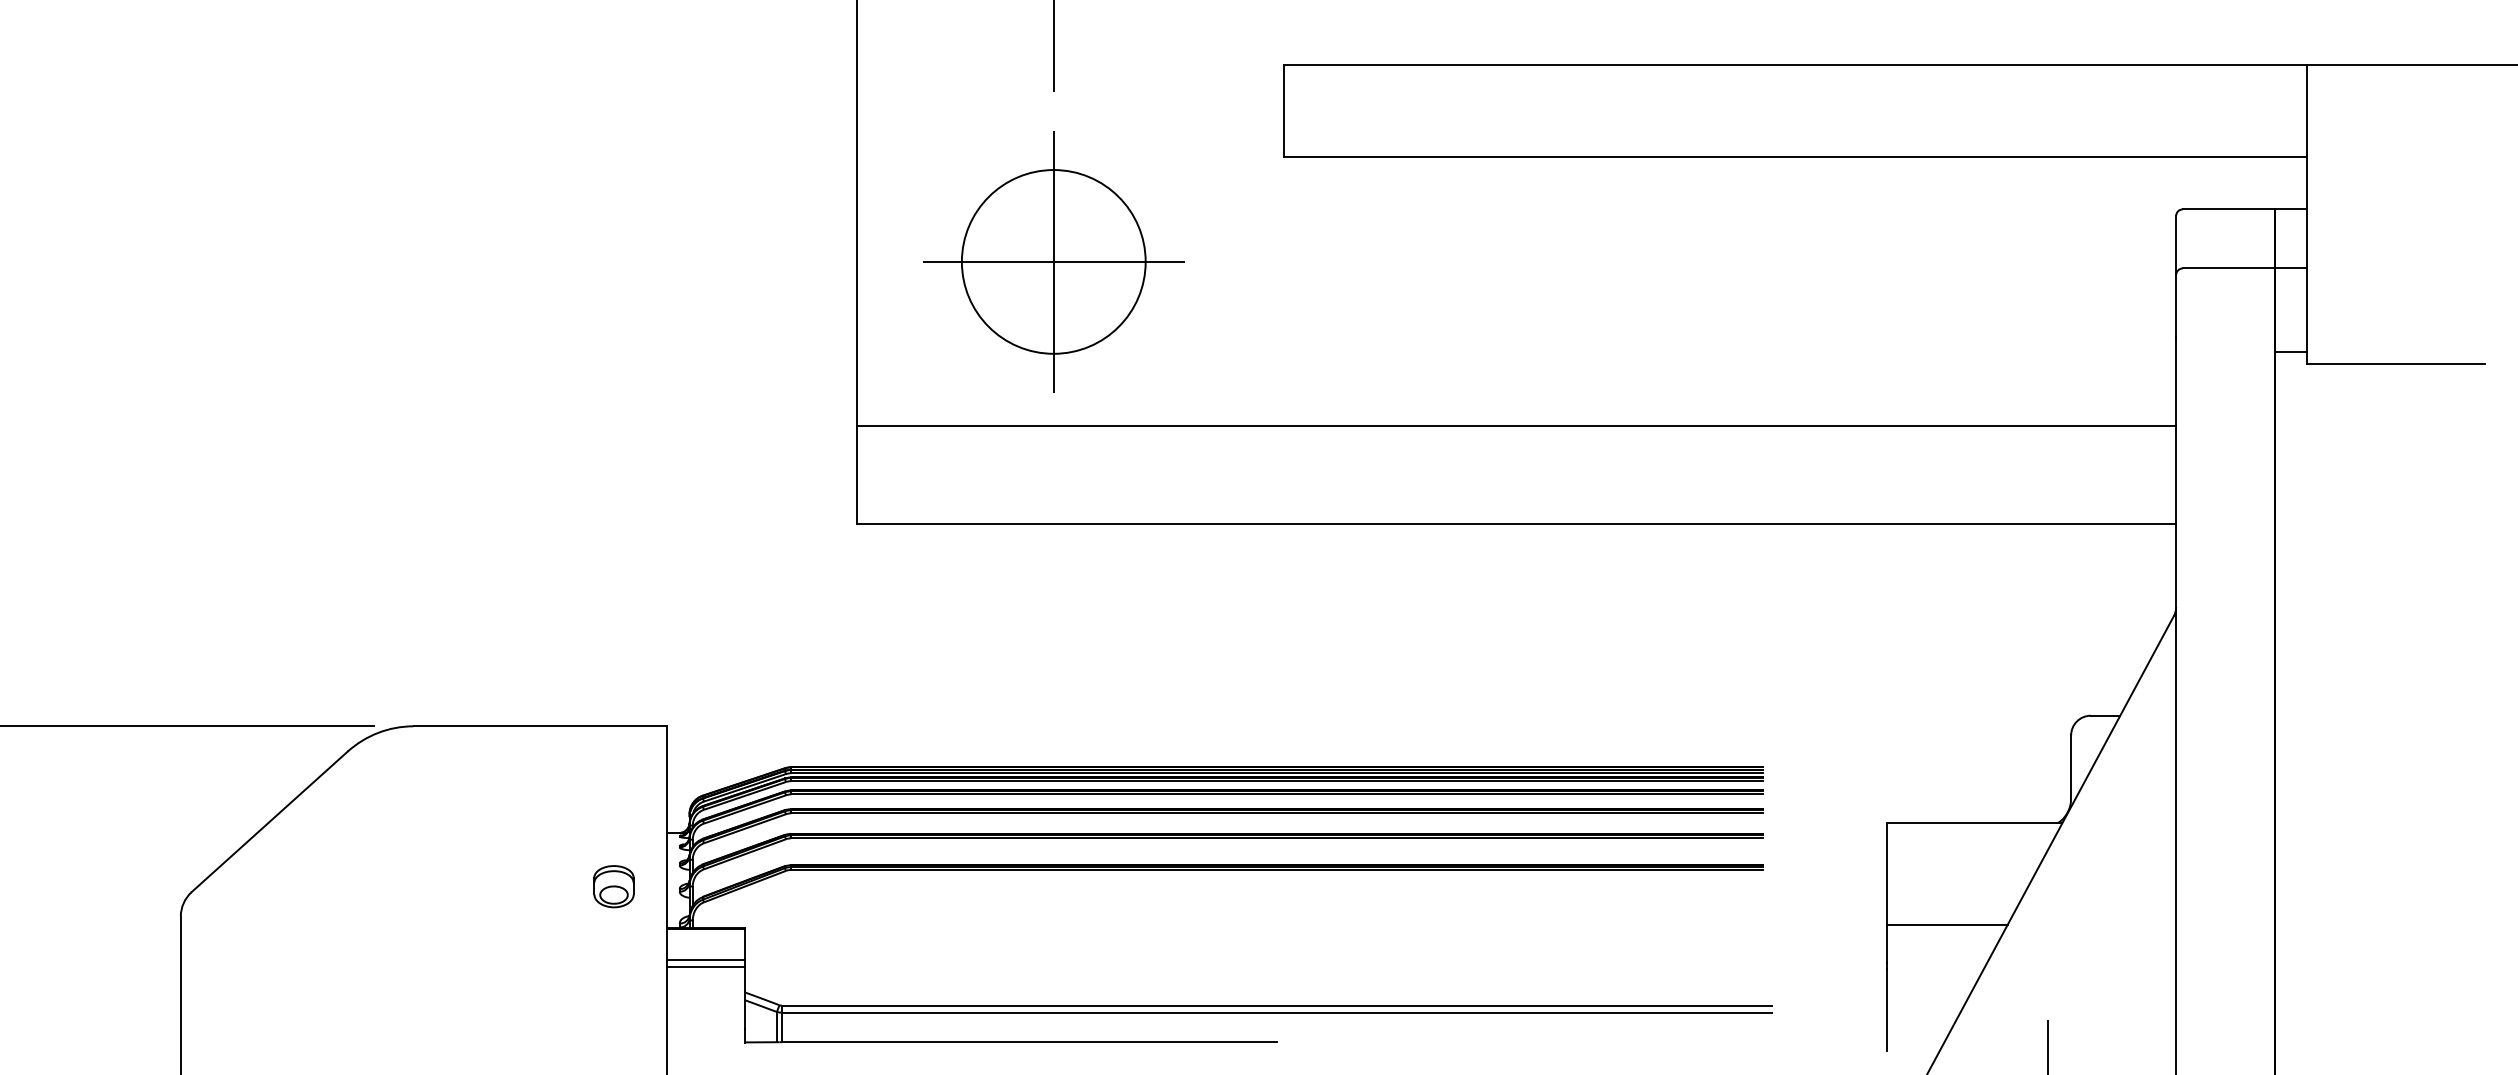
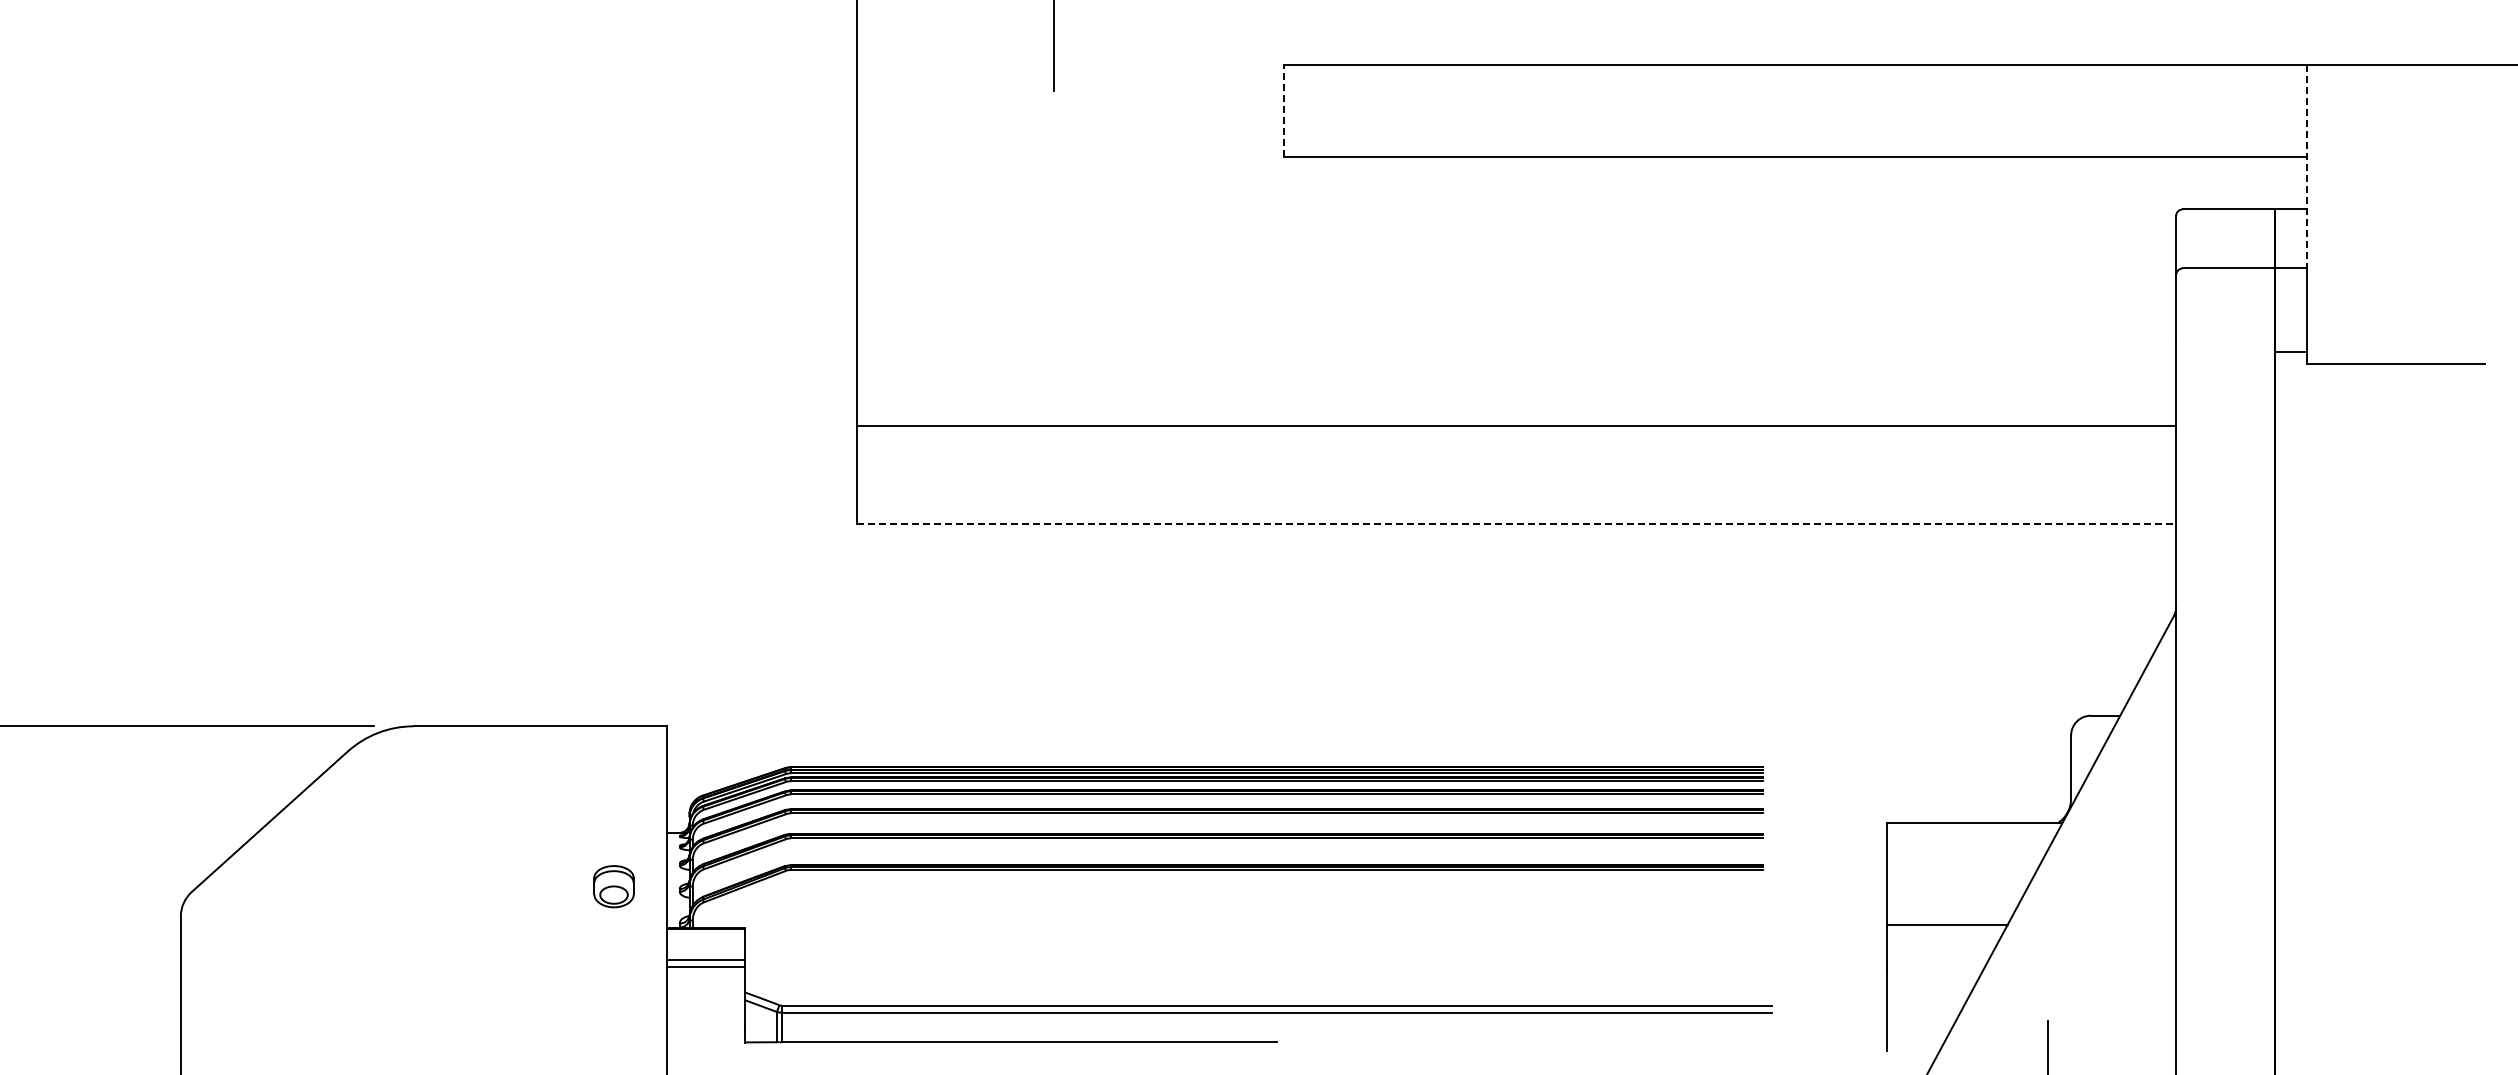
line at (1283, 110): solid -> dashed
line at (2307, 166): solid -> dashed
part at (1053, 261): present -> none
line at (1516, 524): solid -> dashed
